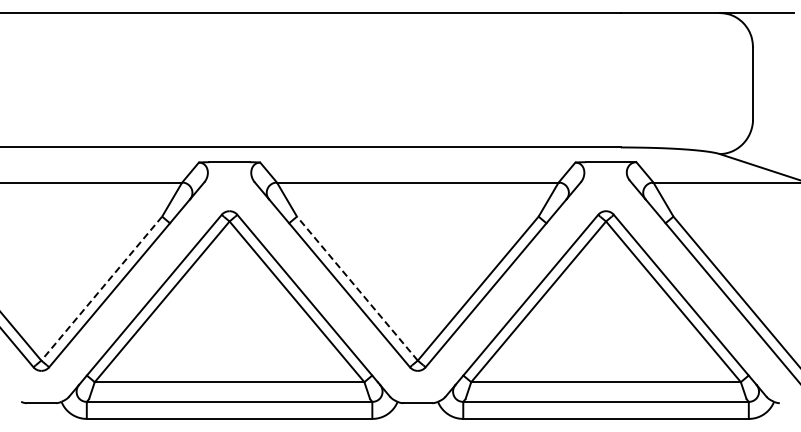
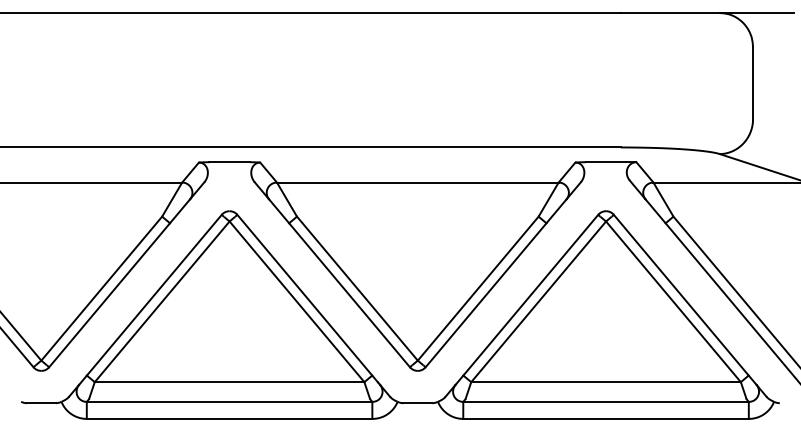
line at (101, 288): dashed -> solid
line at (357, 288): dashed -> solid
